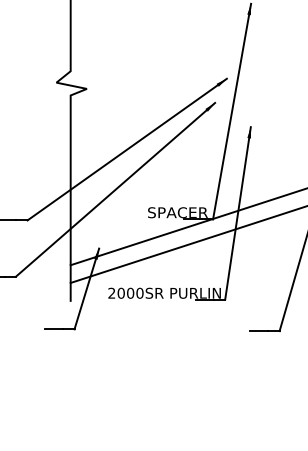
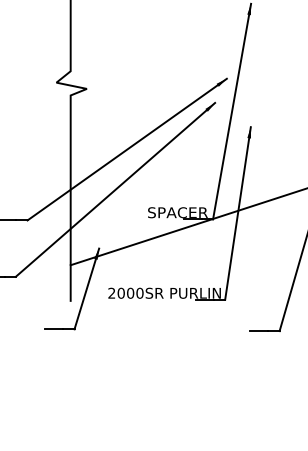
line at (187, 244): present -> none
